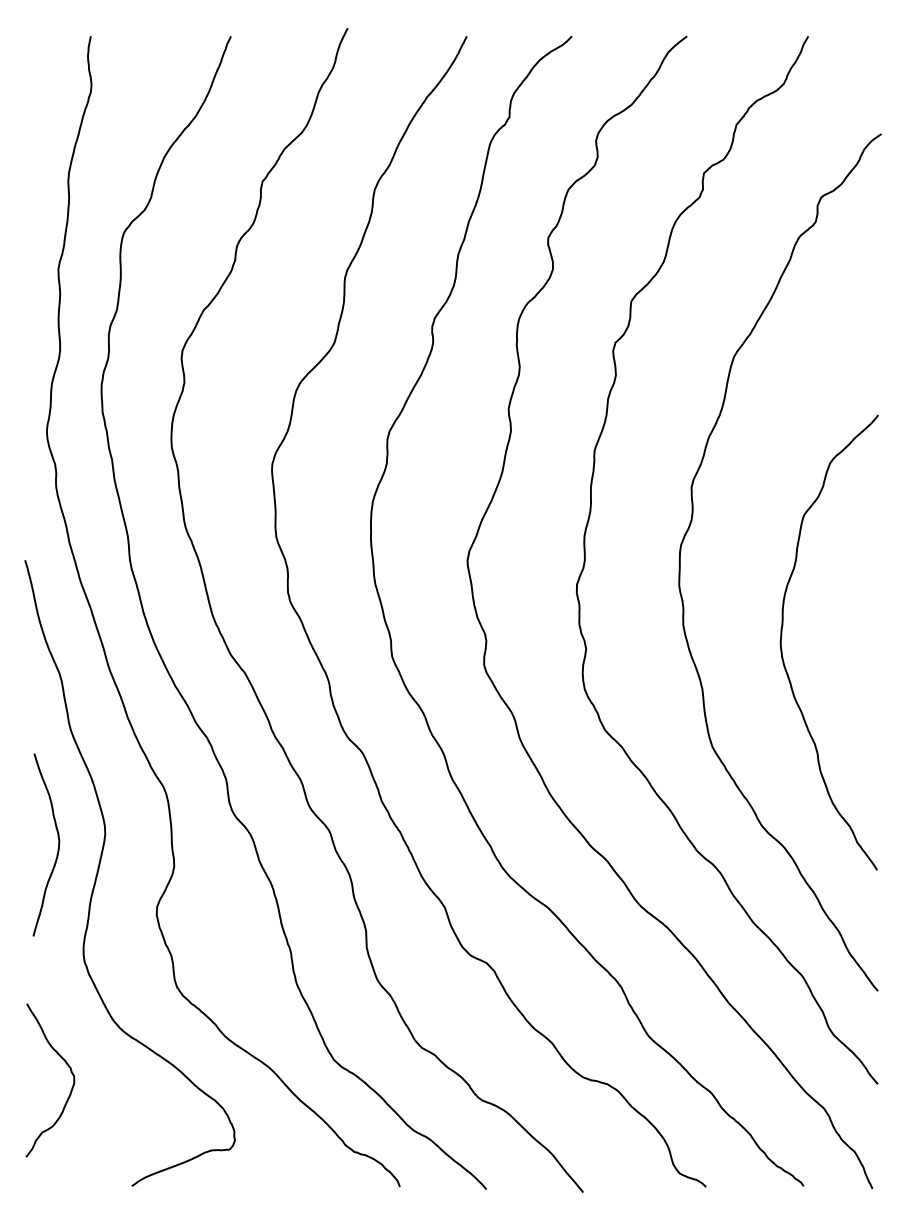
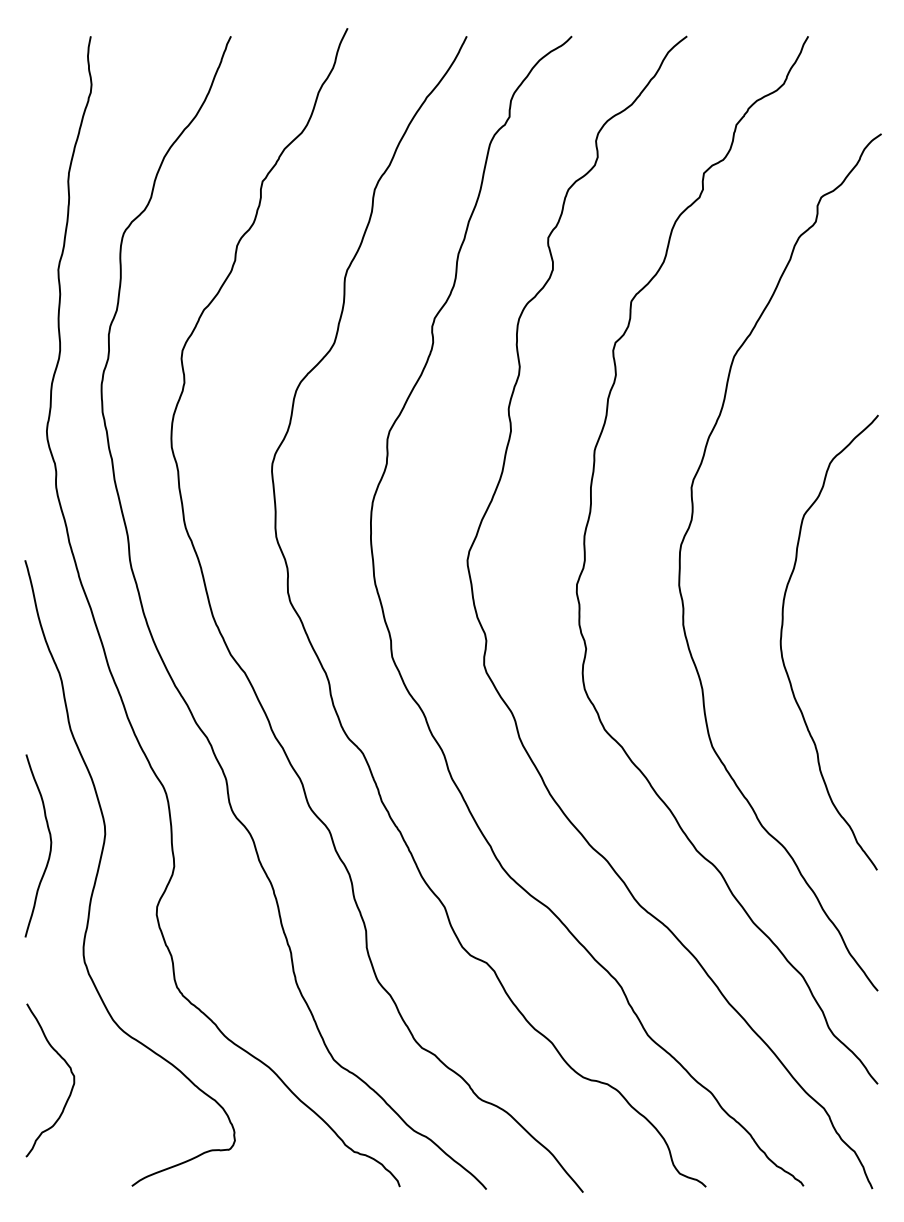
curve at (57, 848) position: (57, 848) -> (49, 849)
